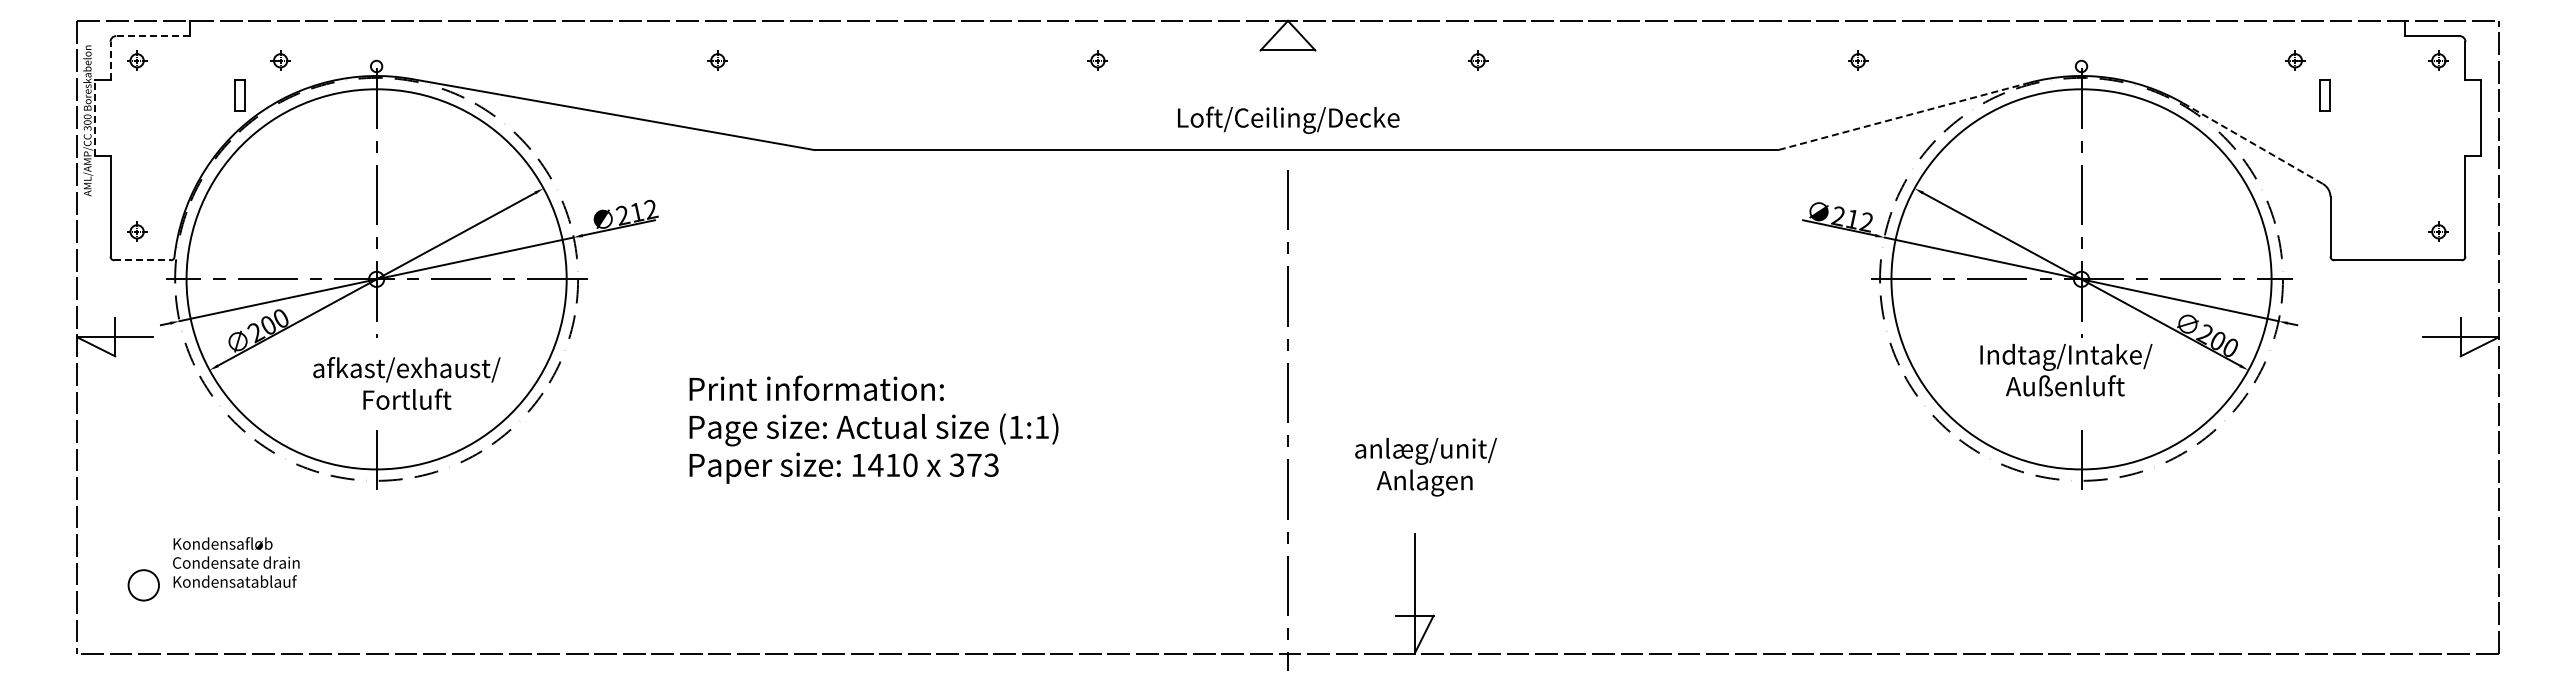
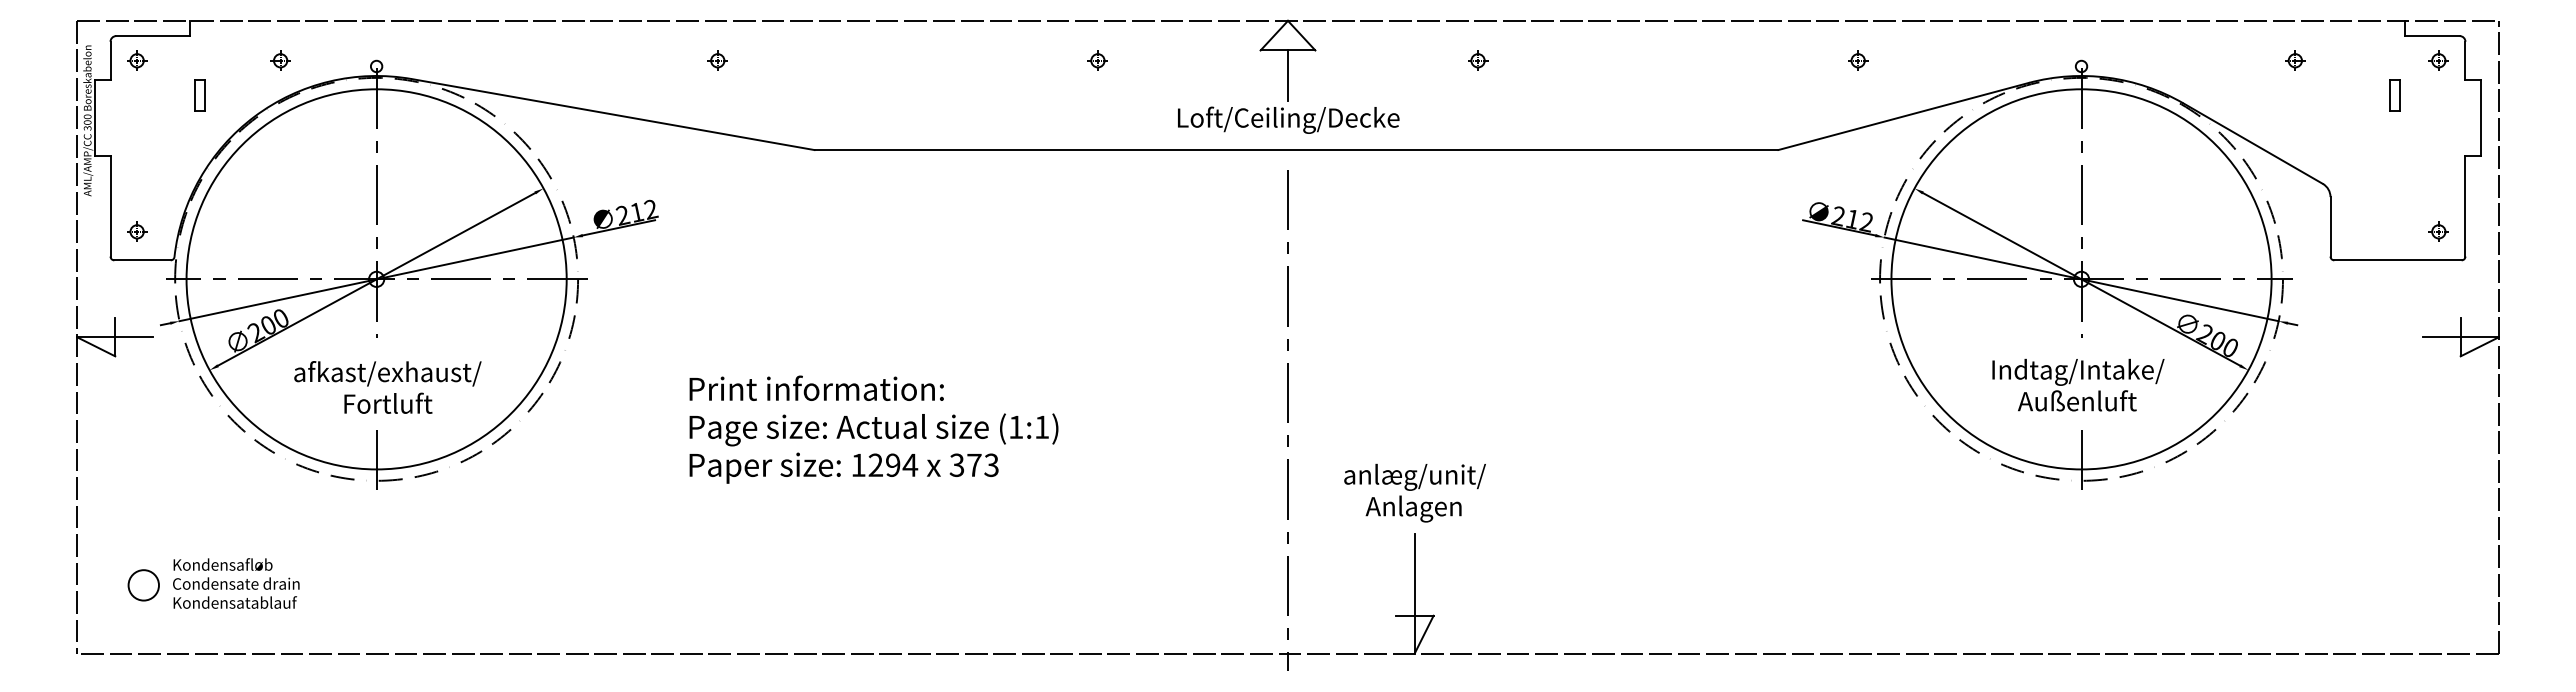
line at (152, 36): dashed -> solid
line at (110, 60): dashed -> solid
line at (1288, 75): none -> present
part at (239, 95) position: (239, 95) -> (199, 95)
part at (2324, 95) position: (2324, 95) -> (2394, 95)
line at (1904, 116): dashed -> solid
line at (95, 117): dashed -> solid
line at (2253, 143): dashed -> solid
line at (143, 260): dashed -> solid
text at (2066, 369) position: (2066, 369) -> (2078, 384)
text at (406, 383) position: (406, 383) -> (387, 387)
text at (893, 465): 1410 -> 1294
text at (1425, 466) position: (1425, 466) -> (1414, 492)
text at (236, 562) position: (236, 562) -> (236, 583)
